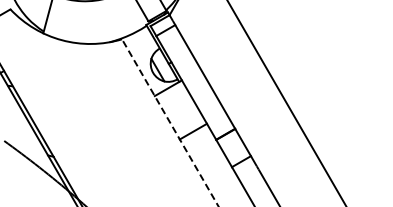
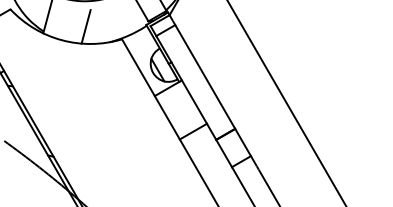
line at (85, 26): none -> present
line at (169, 122): dashed -> solid
